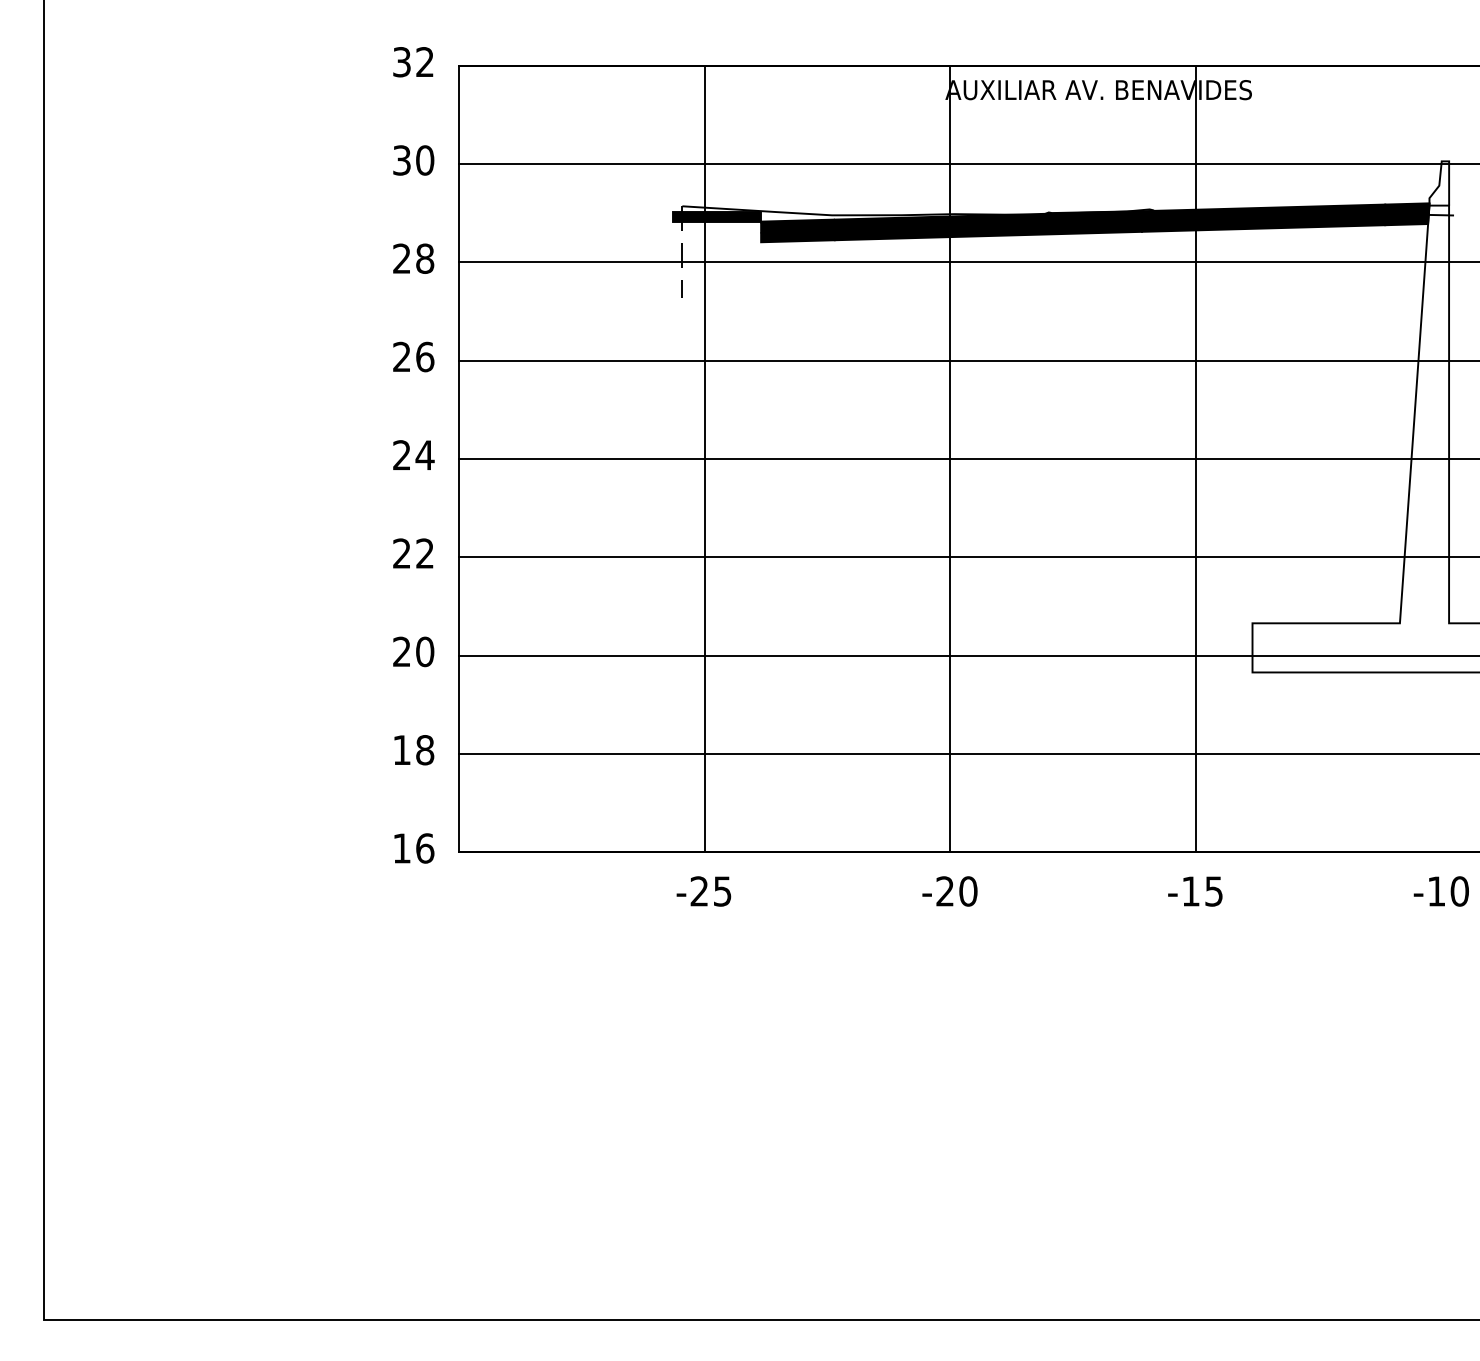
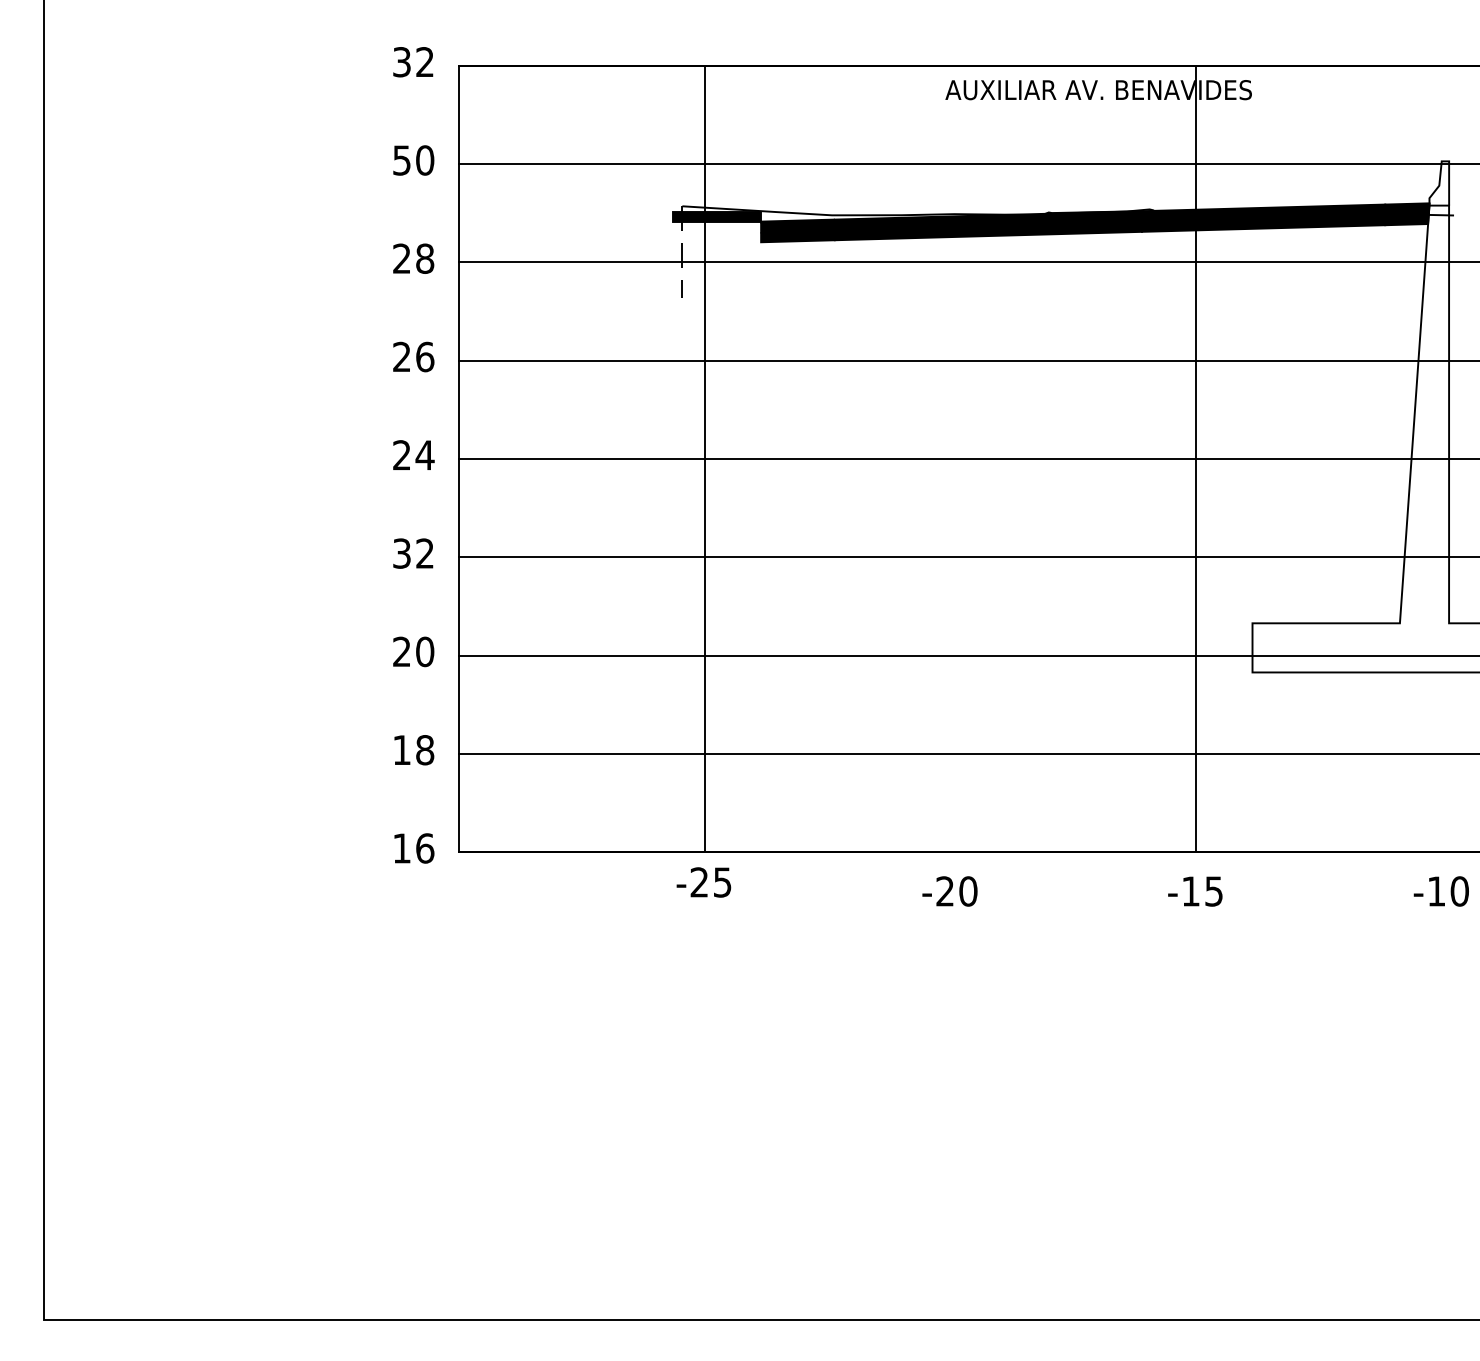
text at (401, 159): 30 -> 50
line at (950, 458): present -> none
text at (401, 553): 22 -> 32
text at (703, 891) position: (703, 891) -> (703, 882)
